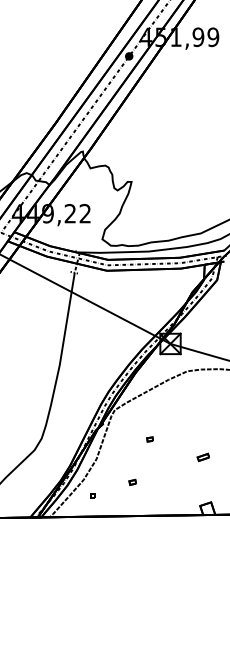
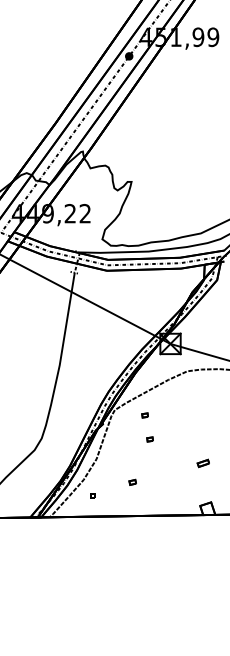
part at (144, 415): none -> present
part at (202, 457) position: (202, 457) -> (202, 463)
